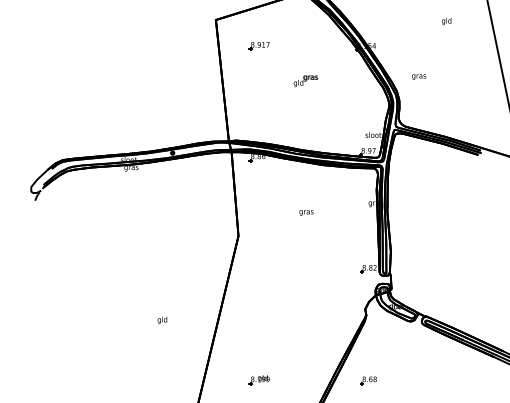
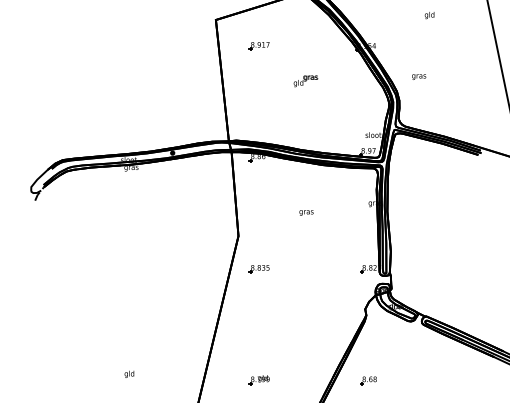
text at (446, 21) position: (446, 21) -> (429, 15)
part at (258, 269): none -> present
text at (162, 319) position: (162, 319) -> (129, 373)
